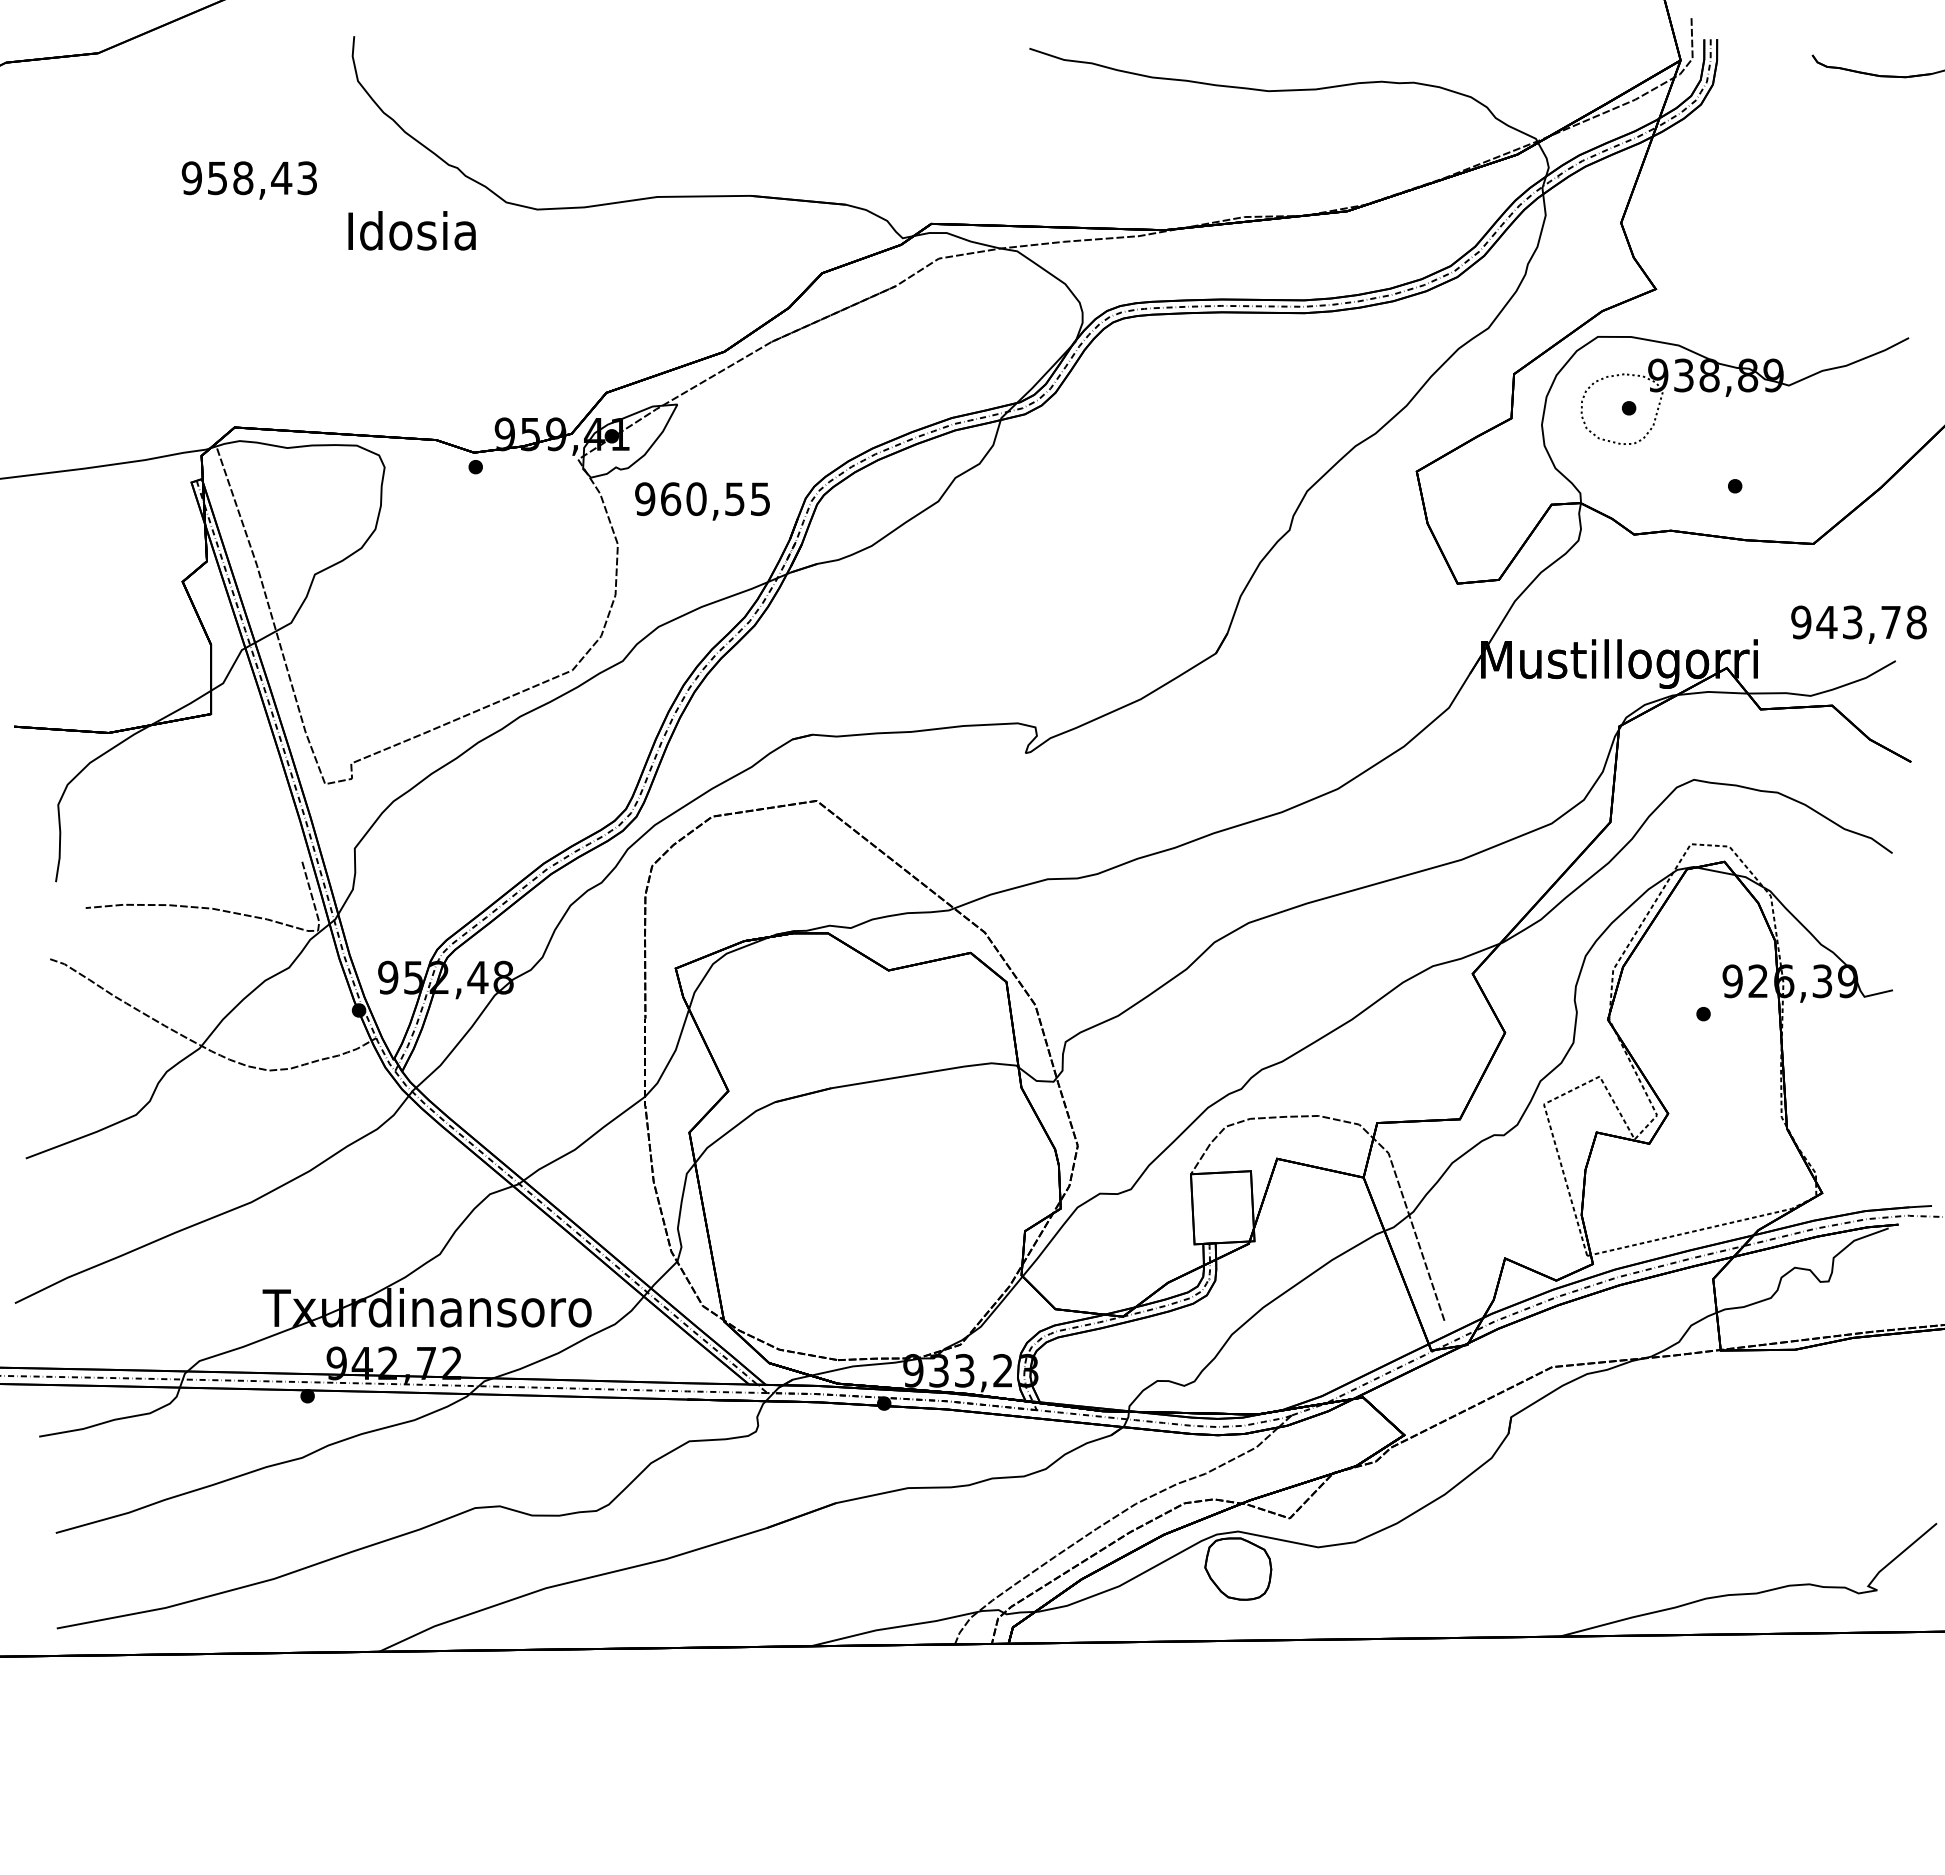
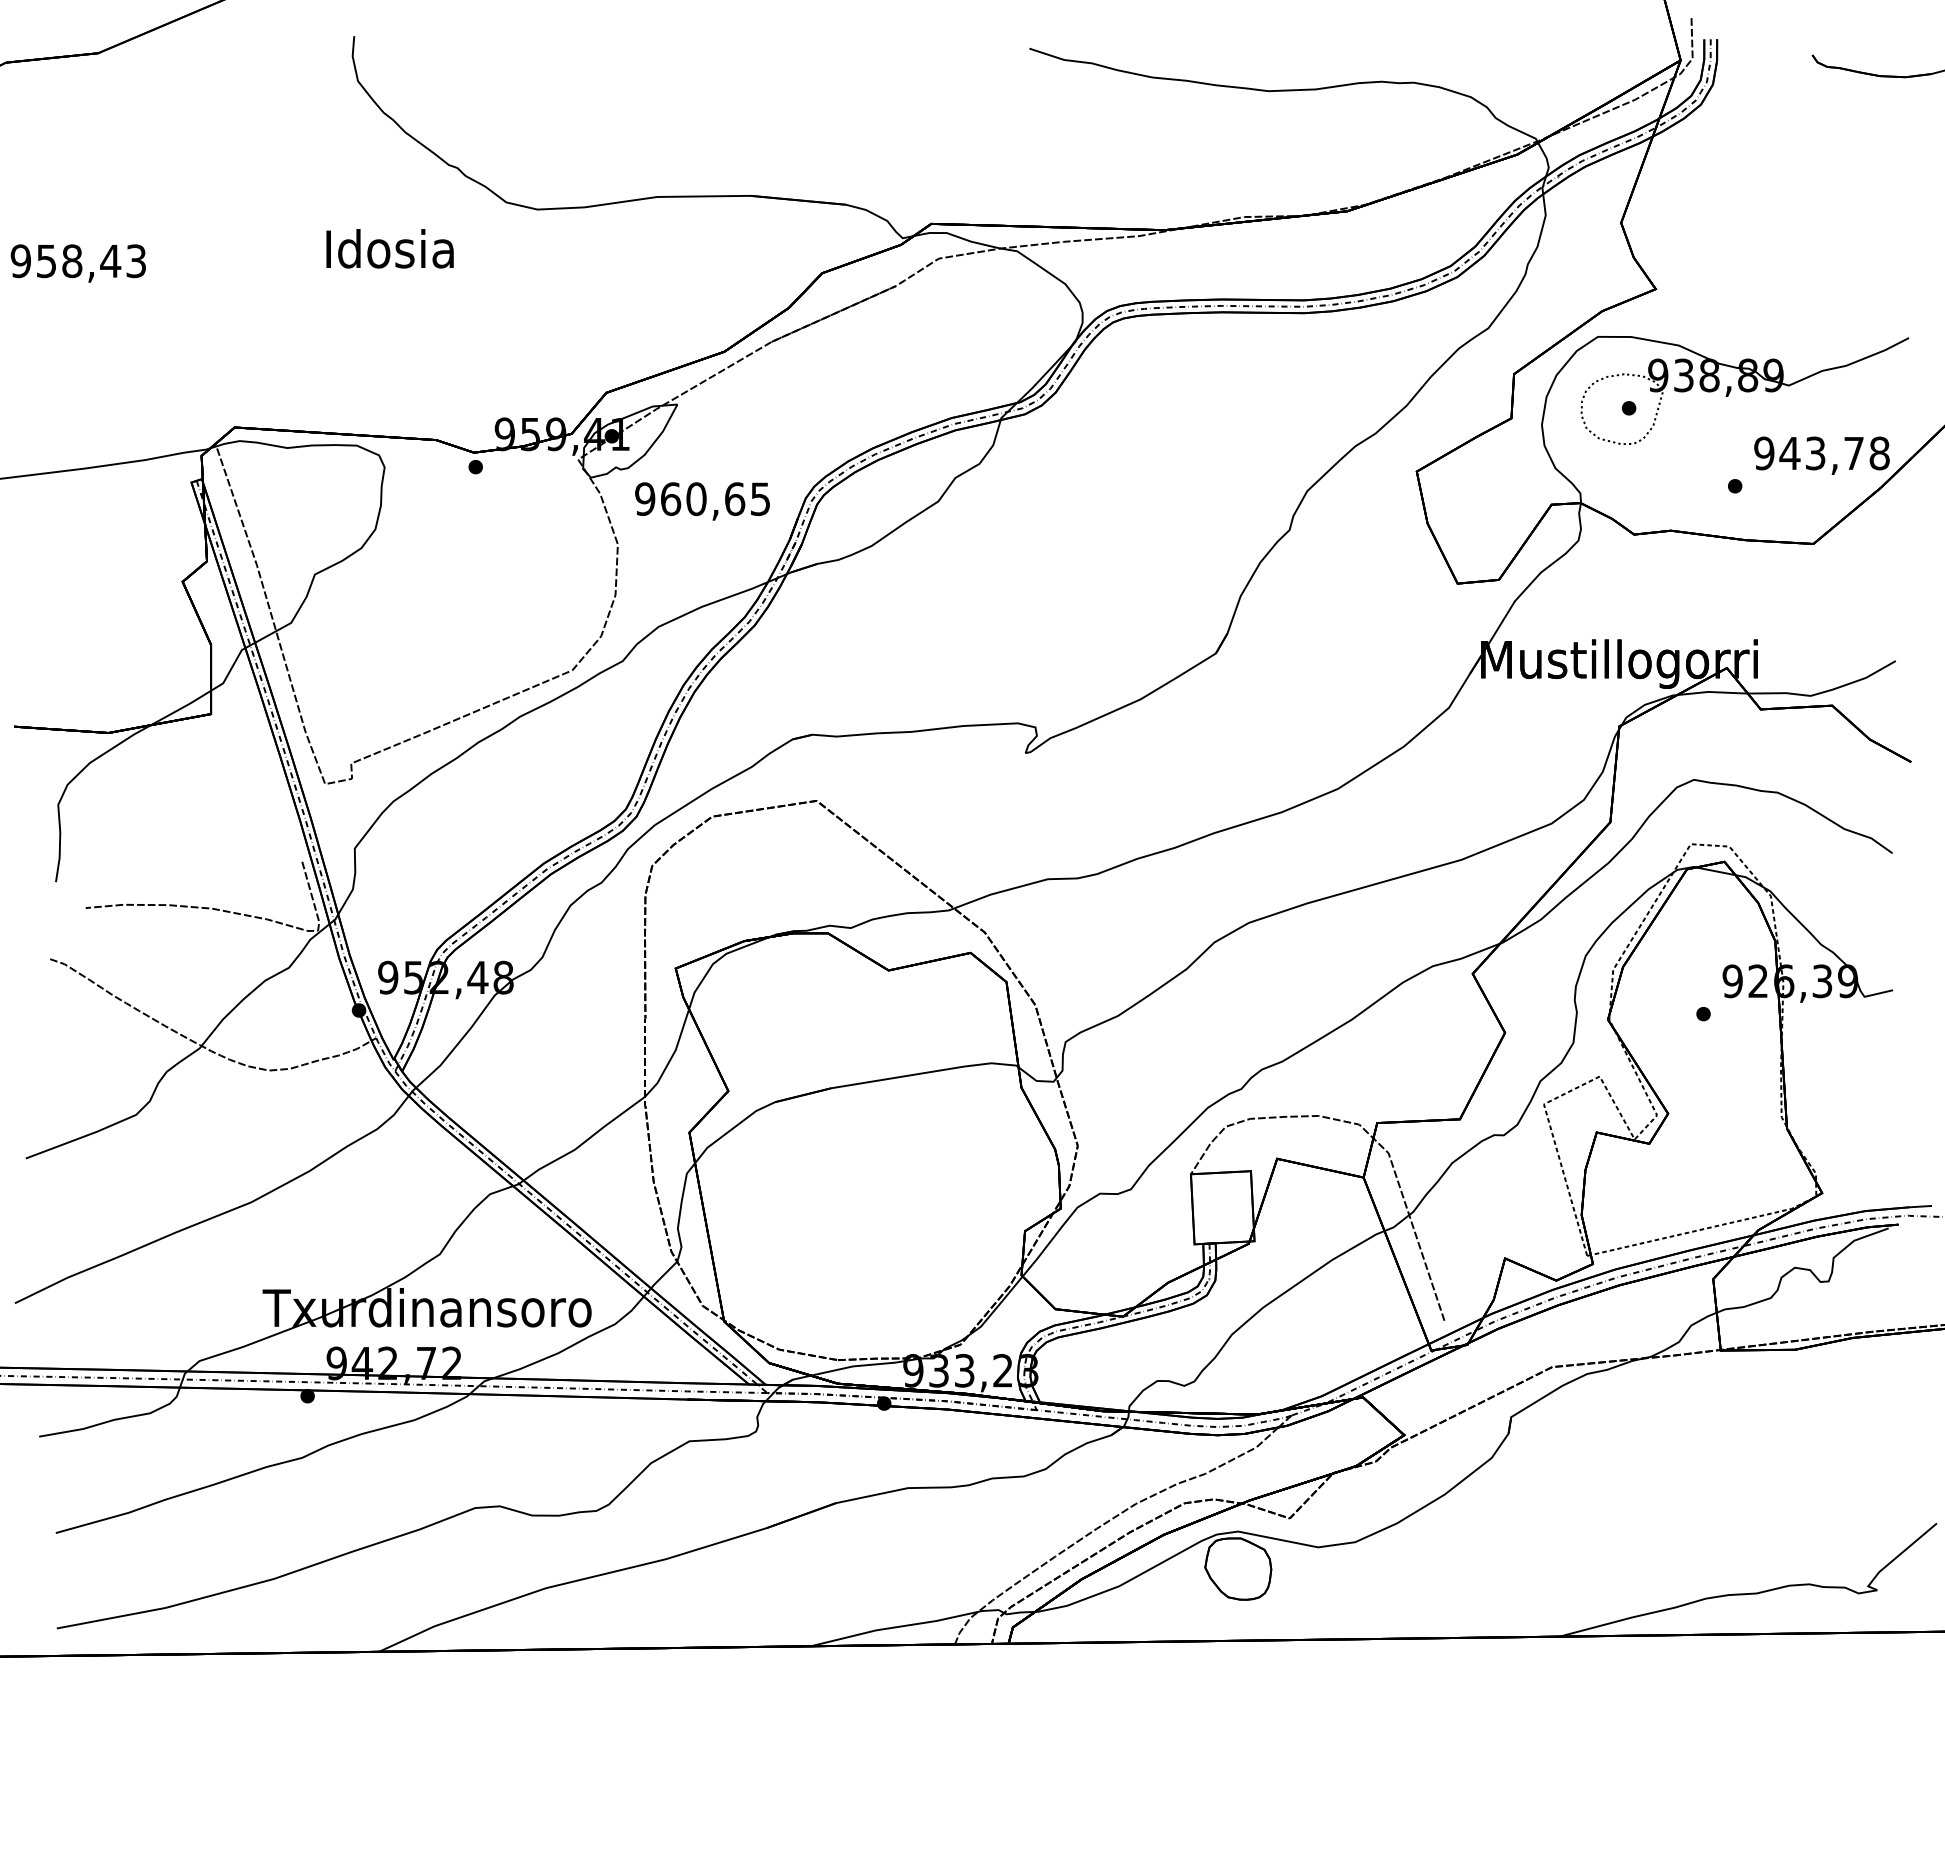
text at (248, 180) position: (248, 180) -> (77, 263)
text at (411, 230) position: (411, 230) -> (389, 248)
text at (735, 499): 960,55 -> 960,65
text at (1858, 624) position: (1858, 624) -> (1821, 455)
